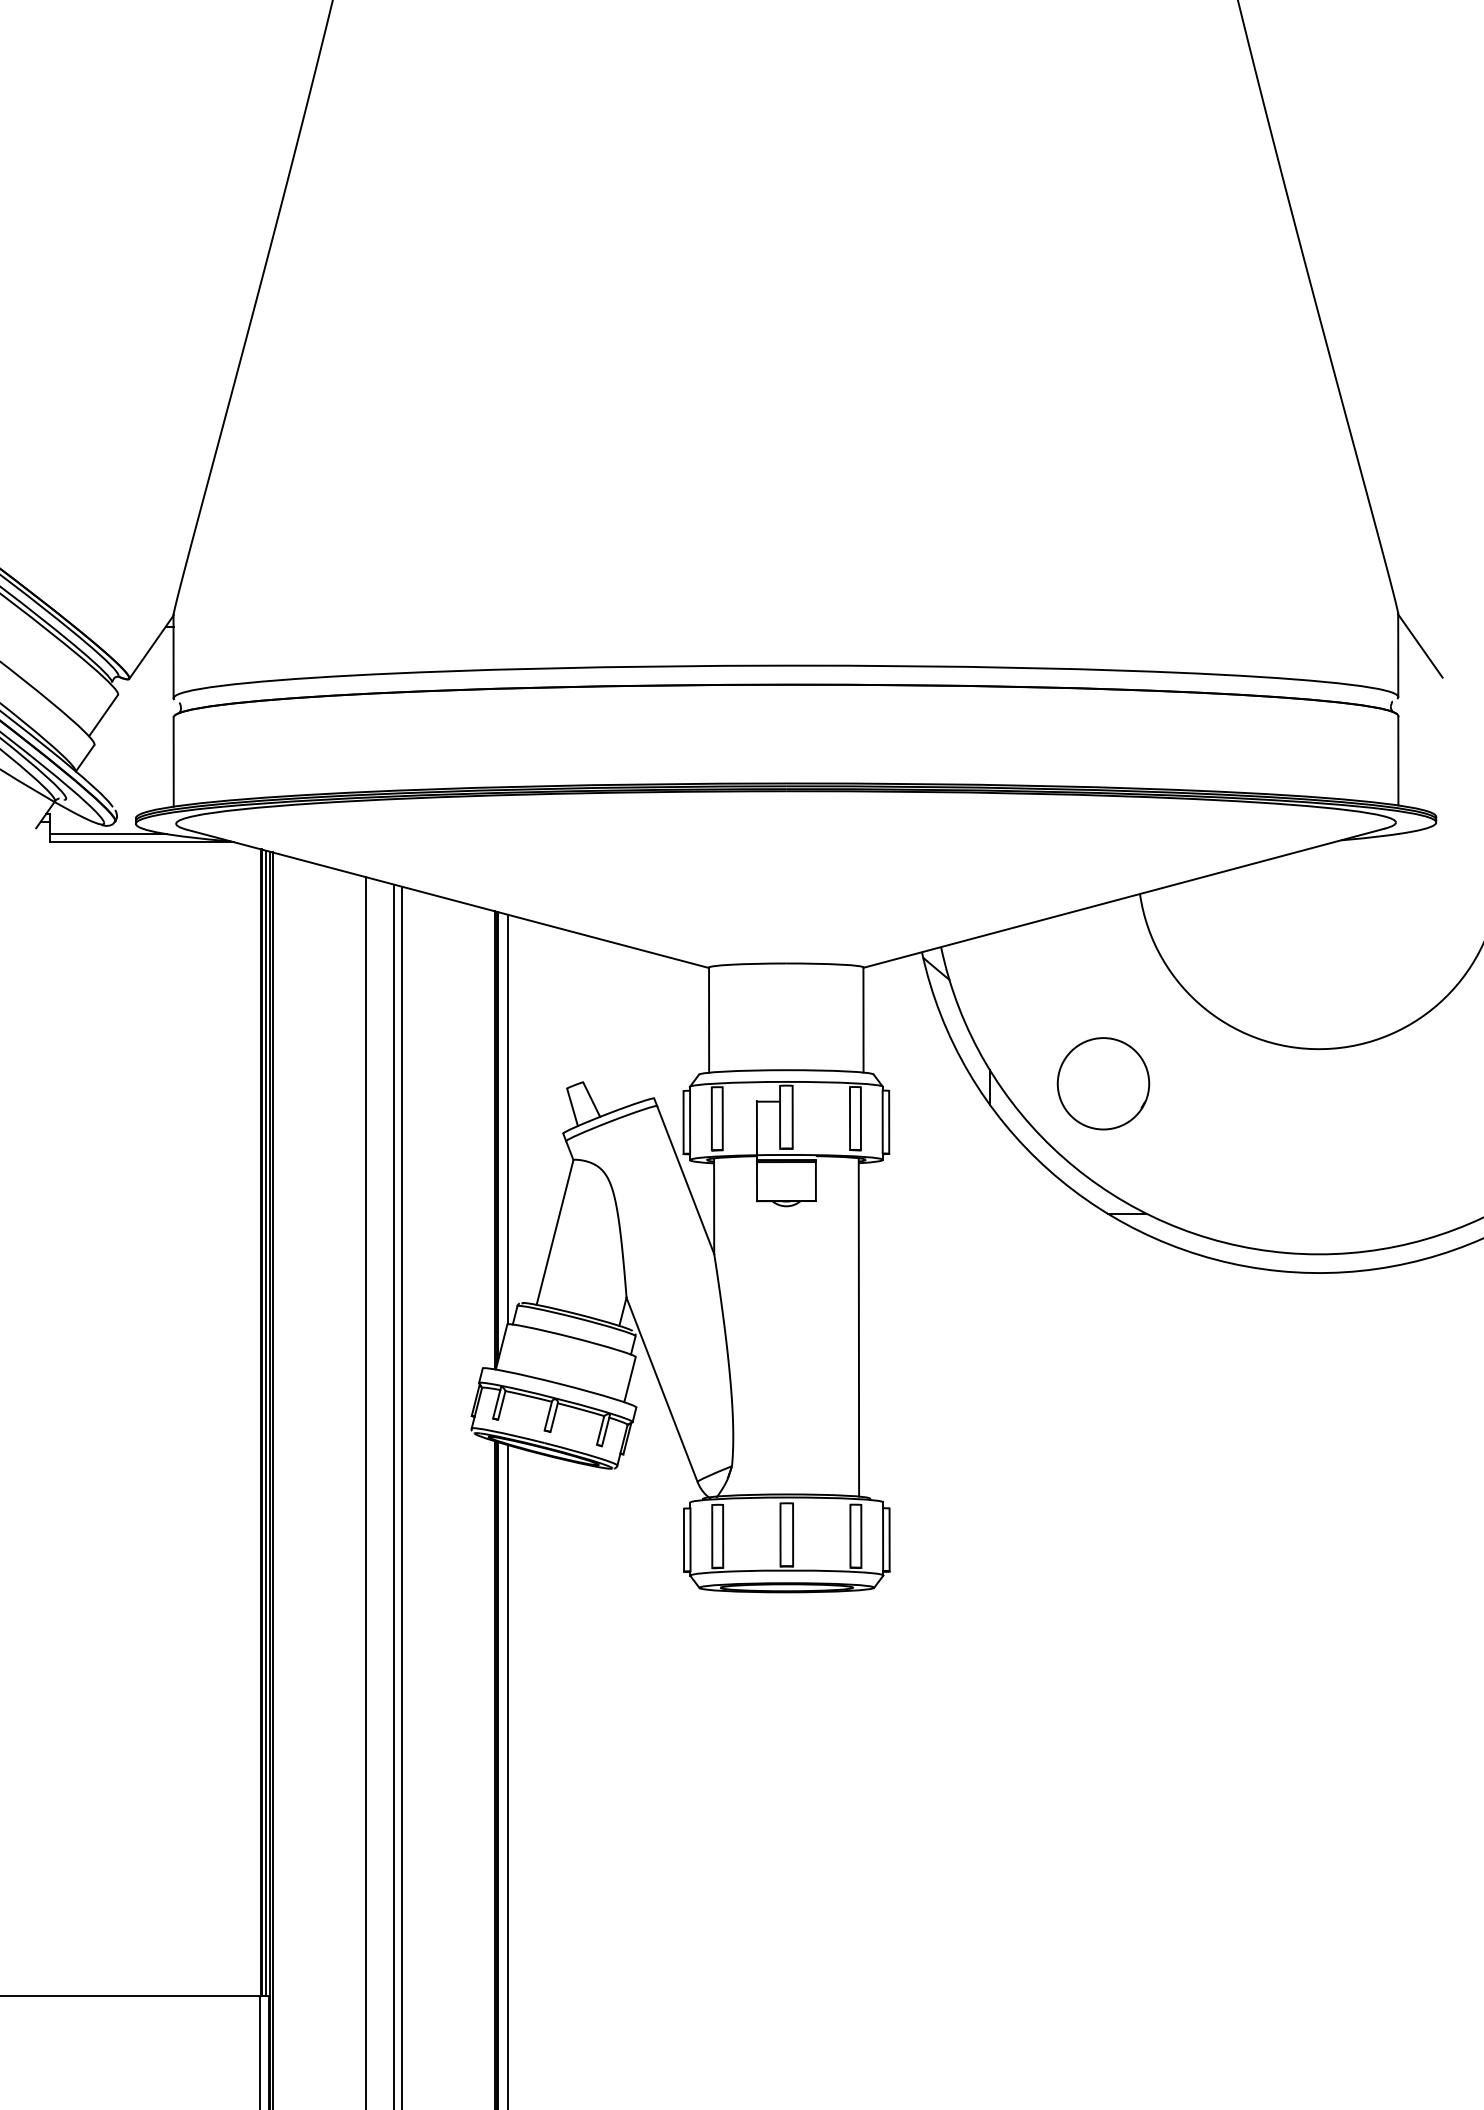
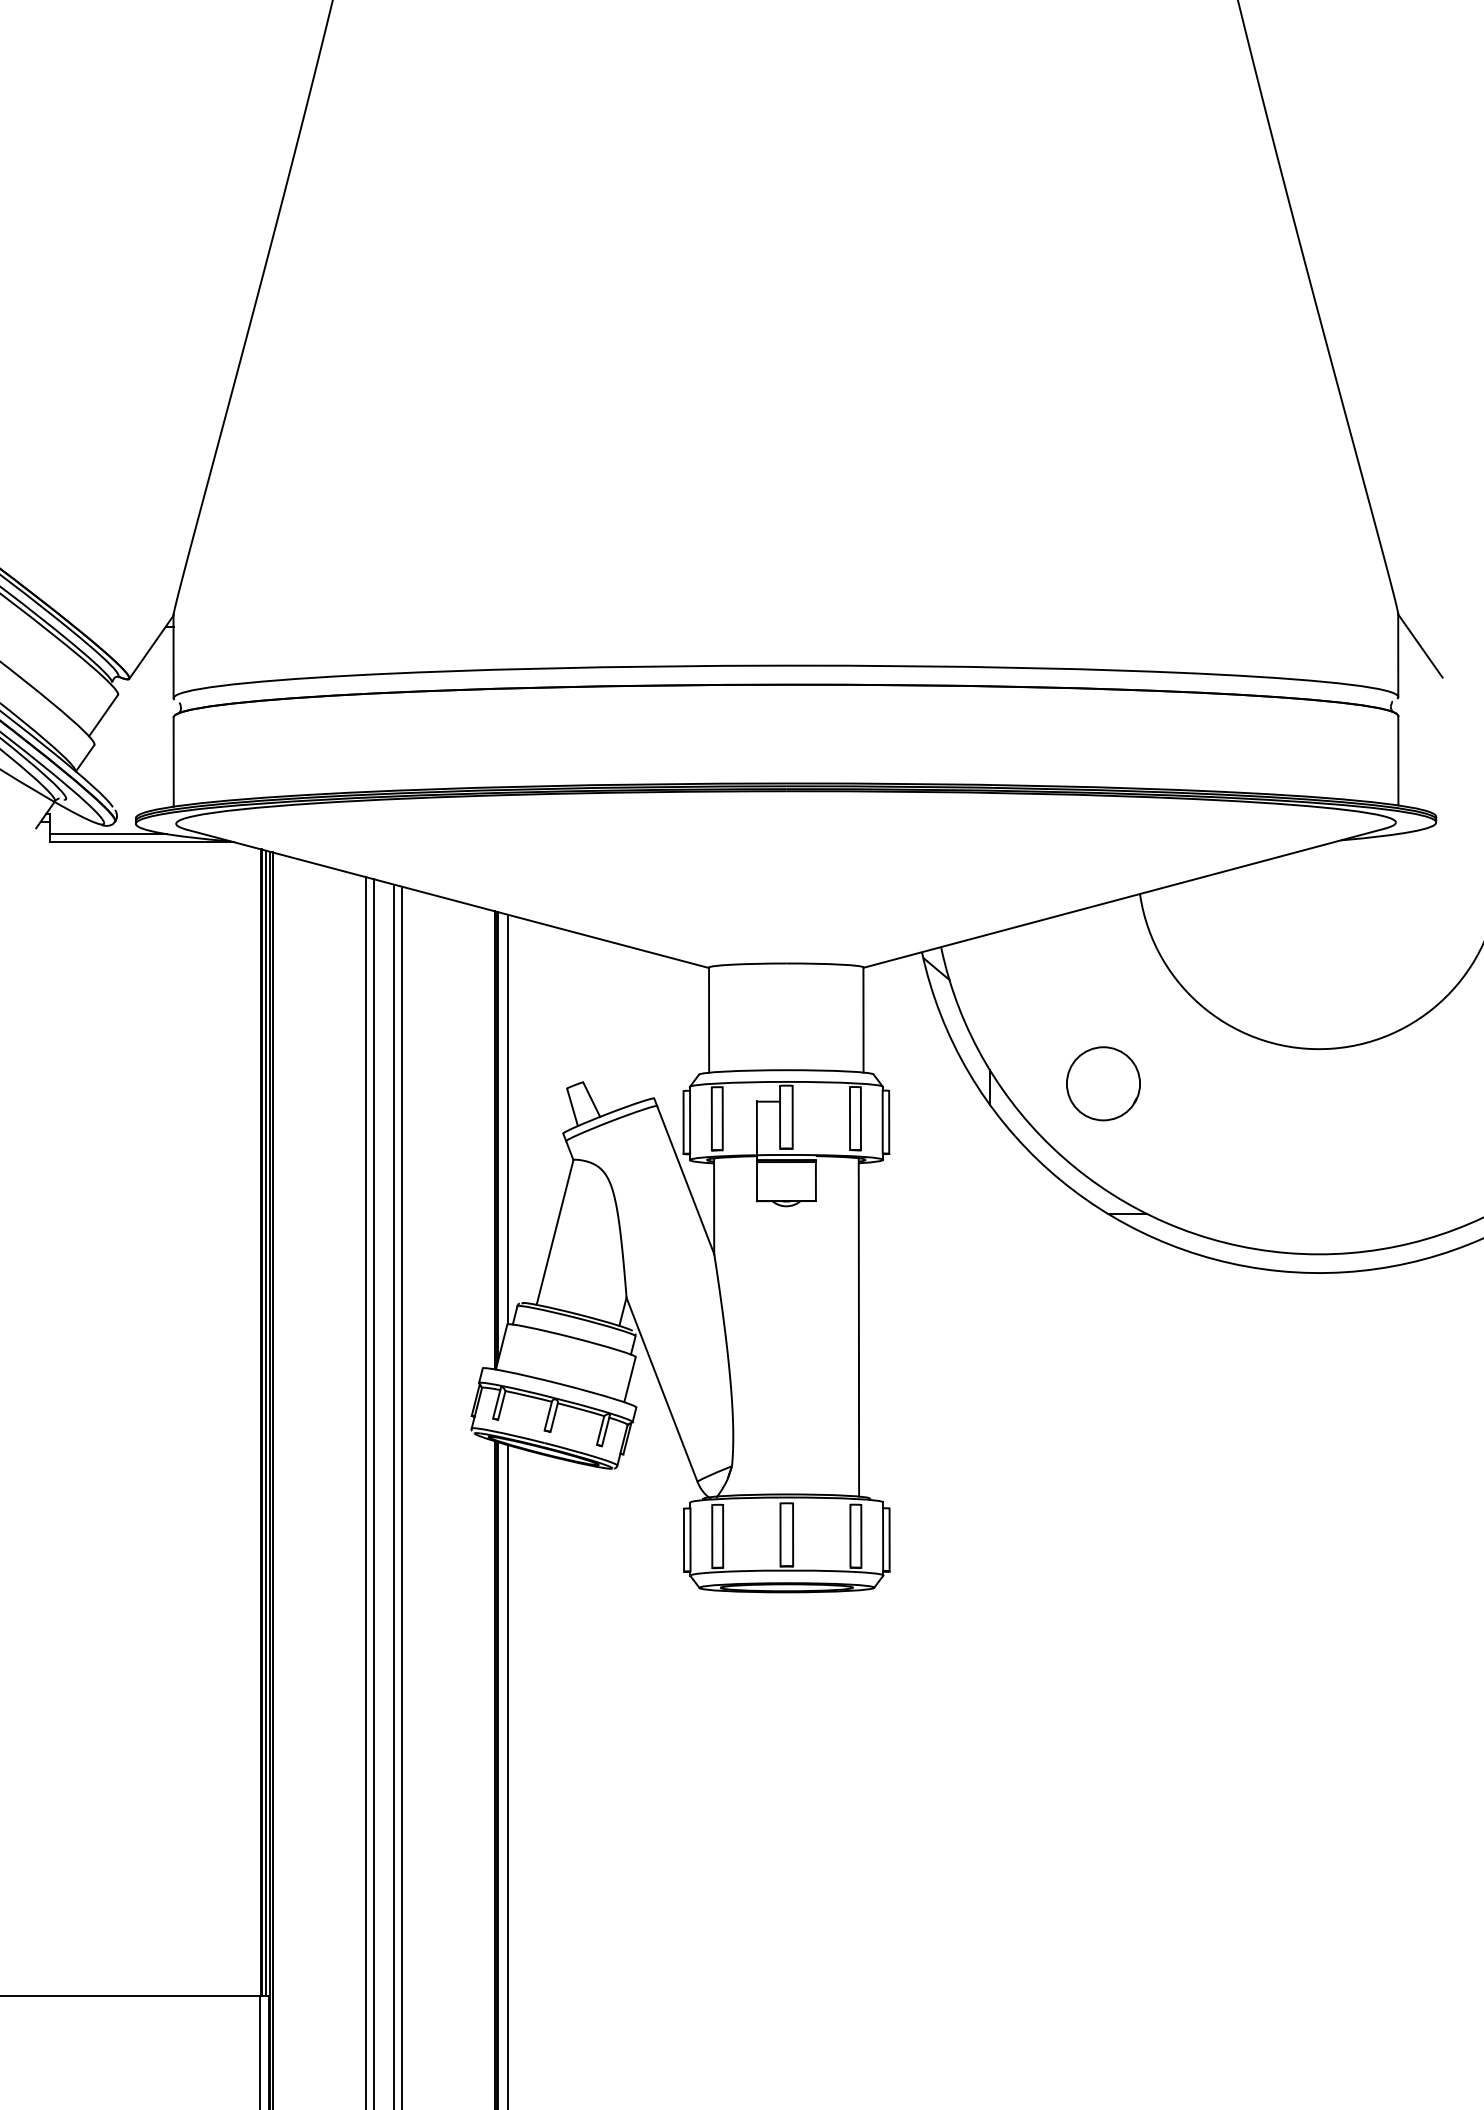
circle at (1103, 1083) size: 95x94 px -> 75x76 px
line at (373, 1492): none -> present
